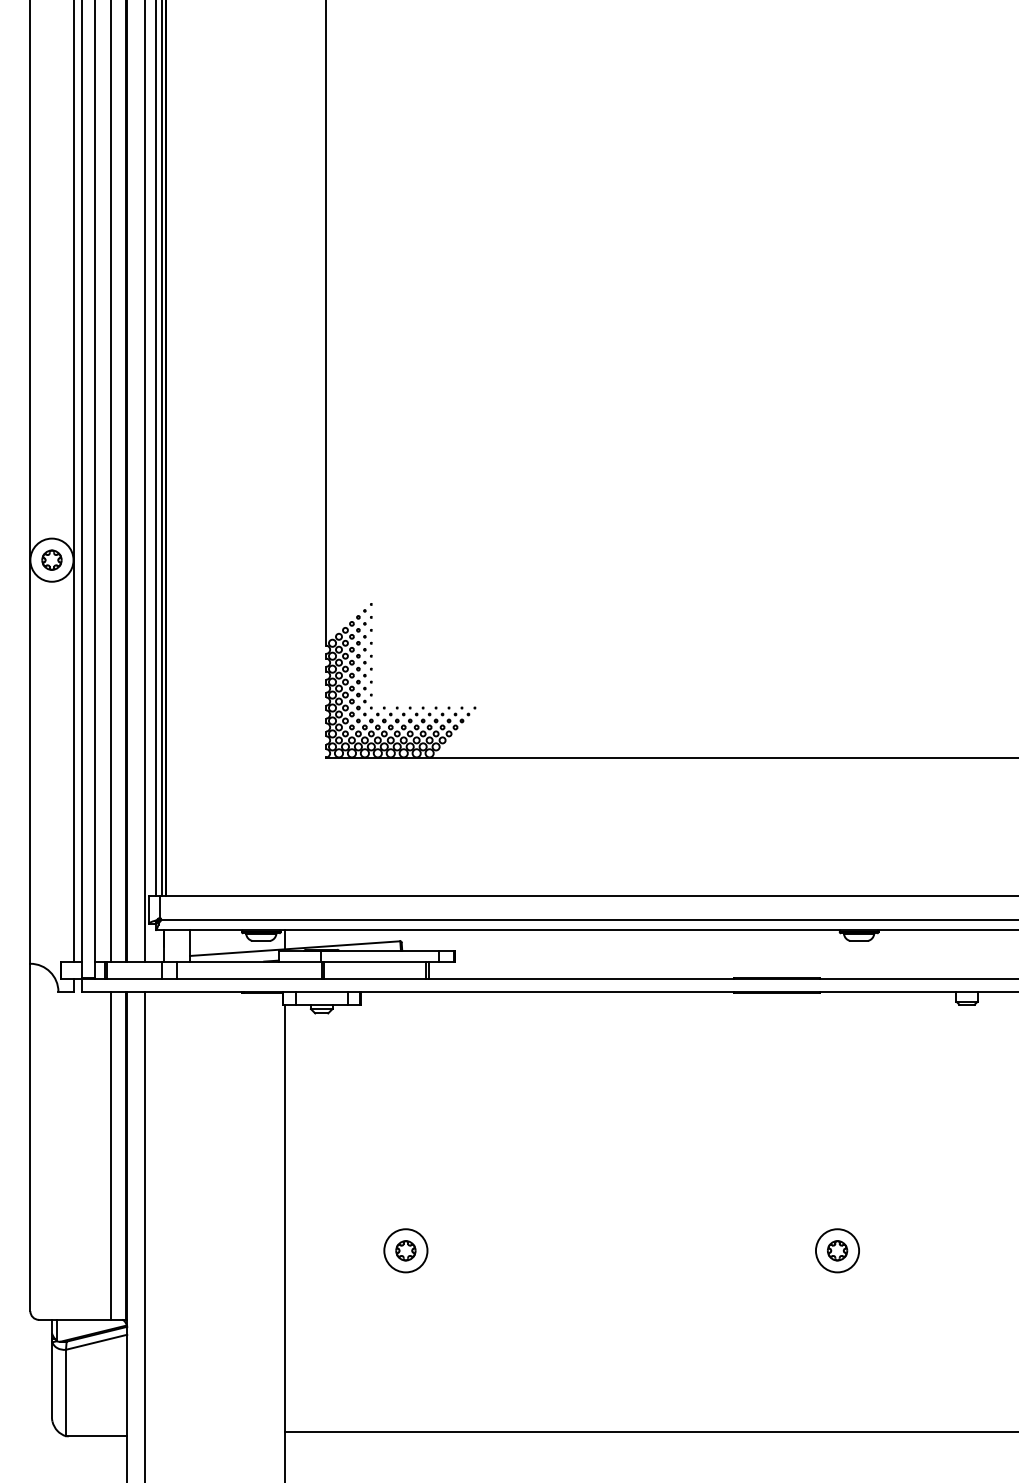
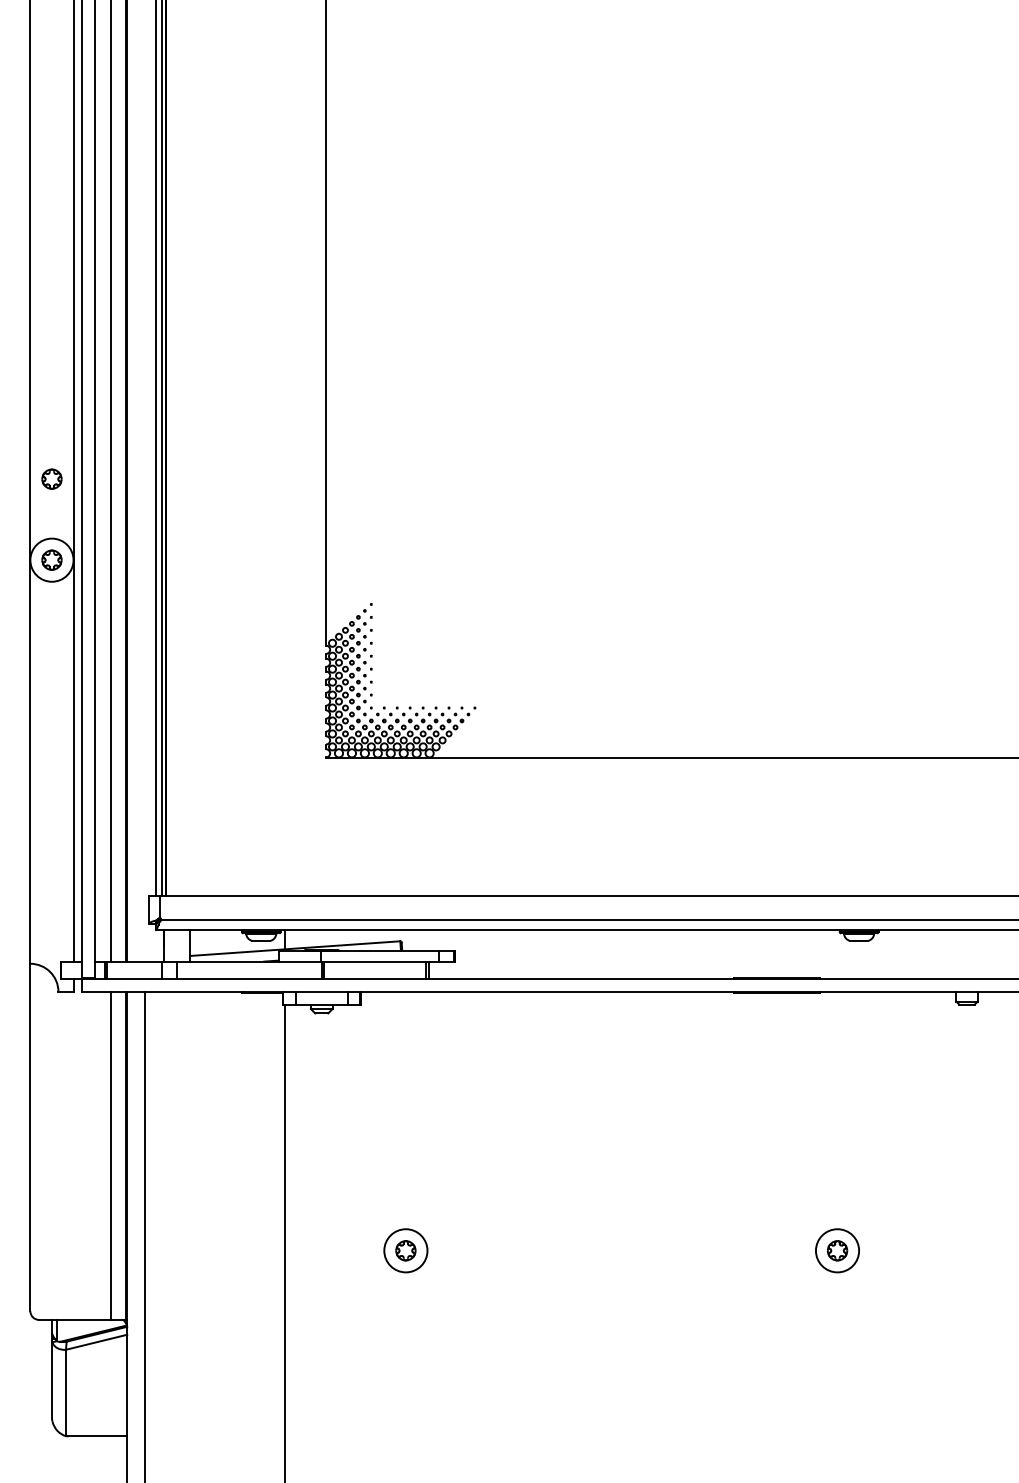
part at (51, 478): none -> present
line at (144, 481): present -> none
line at (650, 1432): present -> none
